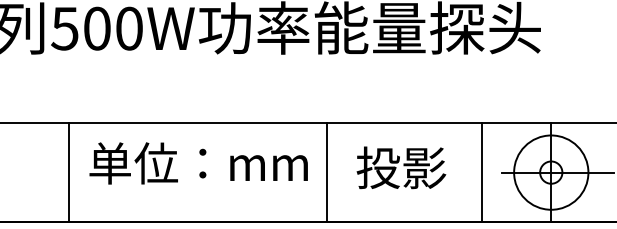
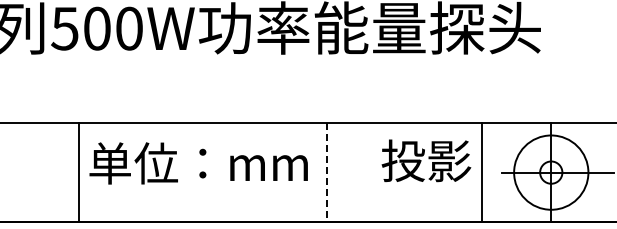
text at (401, 167) position: (401, 167) -> (426, 160)
line at (69, 172) position: (69, 172) -> (79, 172)
line at (326, 172): solid -> dashed
